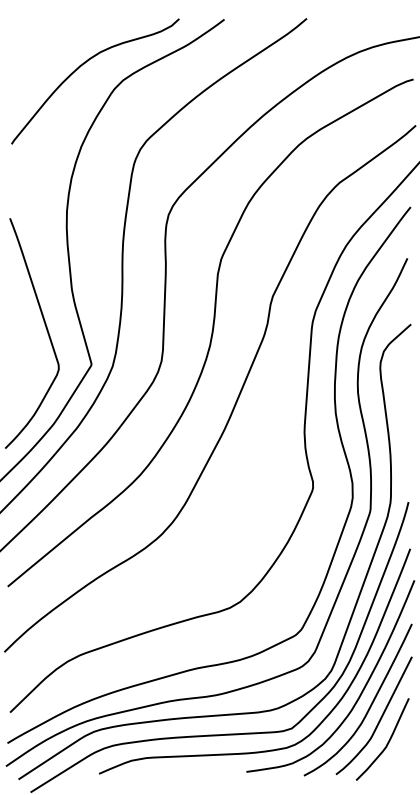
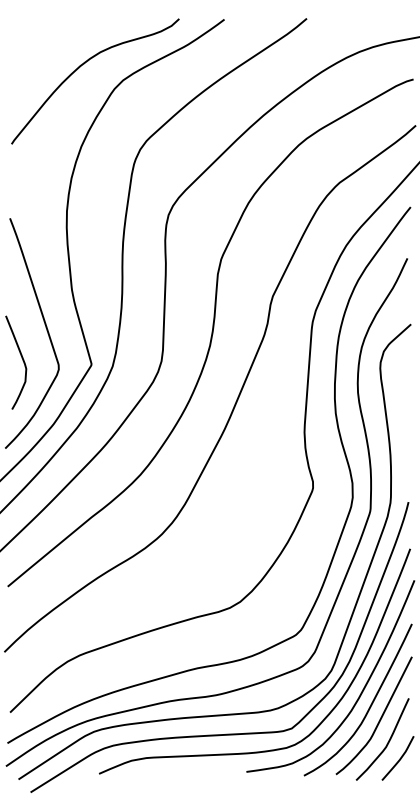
curve at (22, 360): none -> present
curve at (398, 759): none -> present
